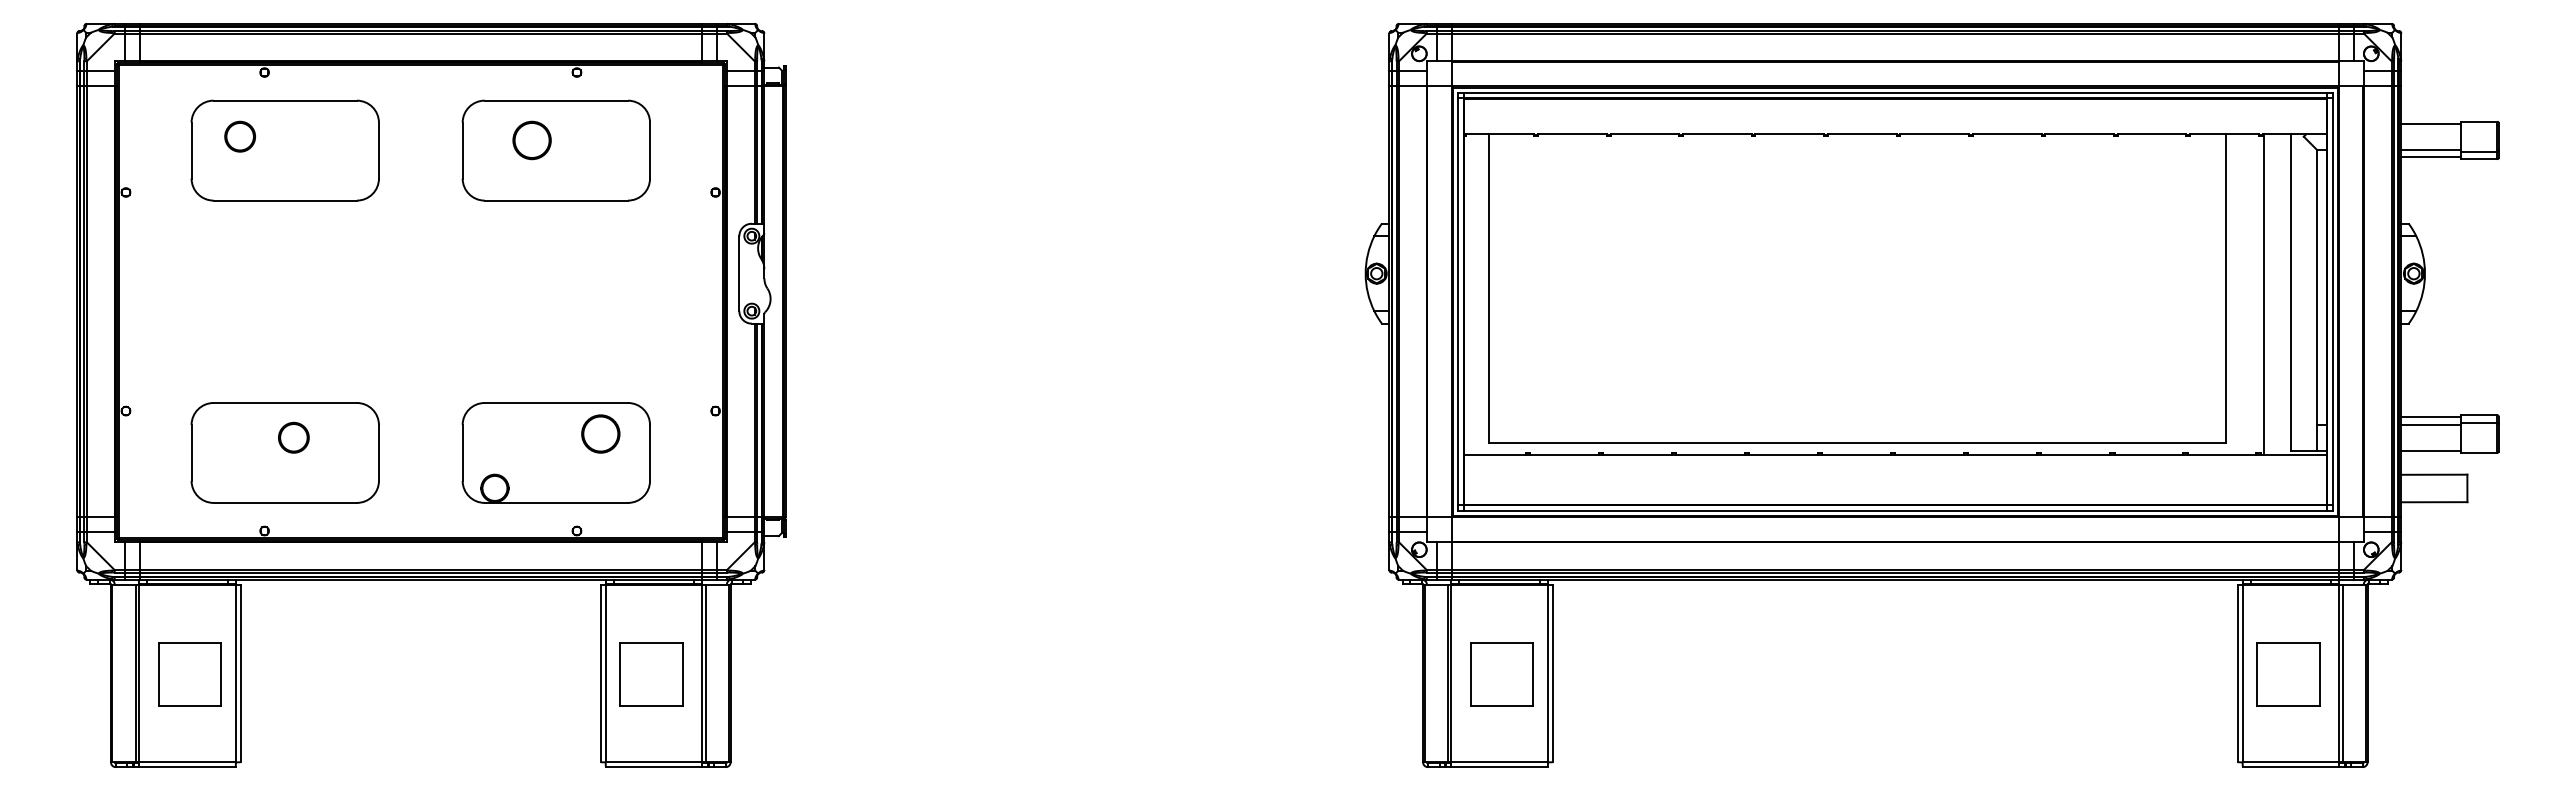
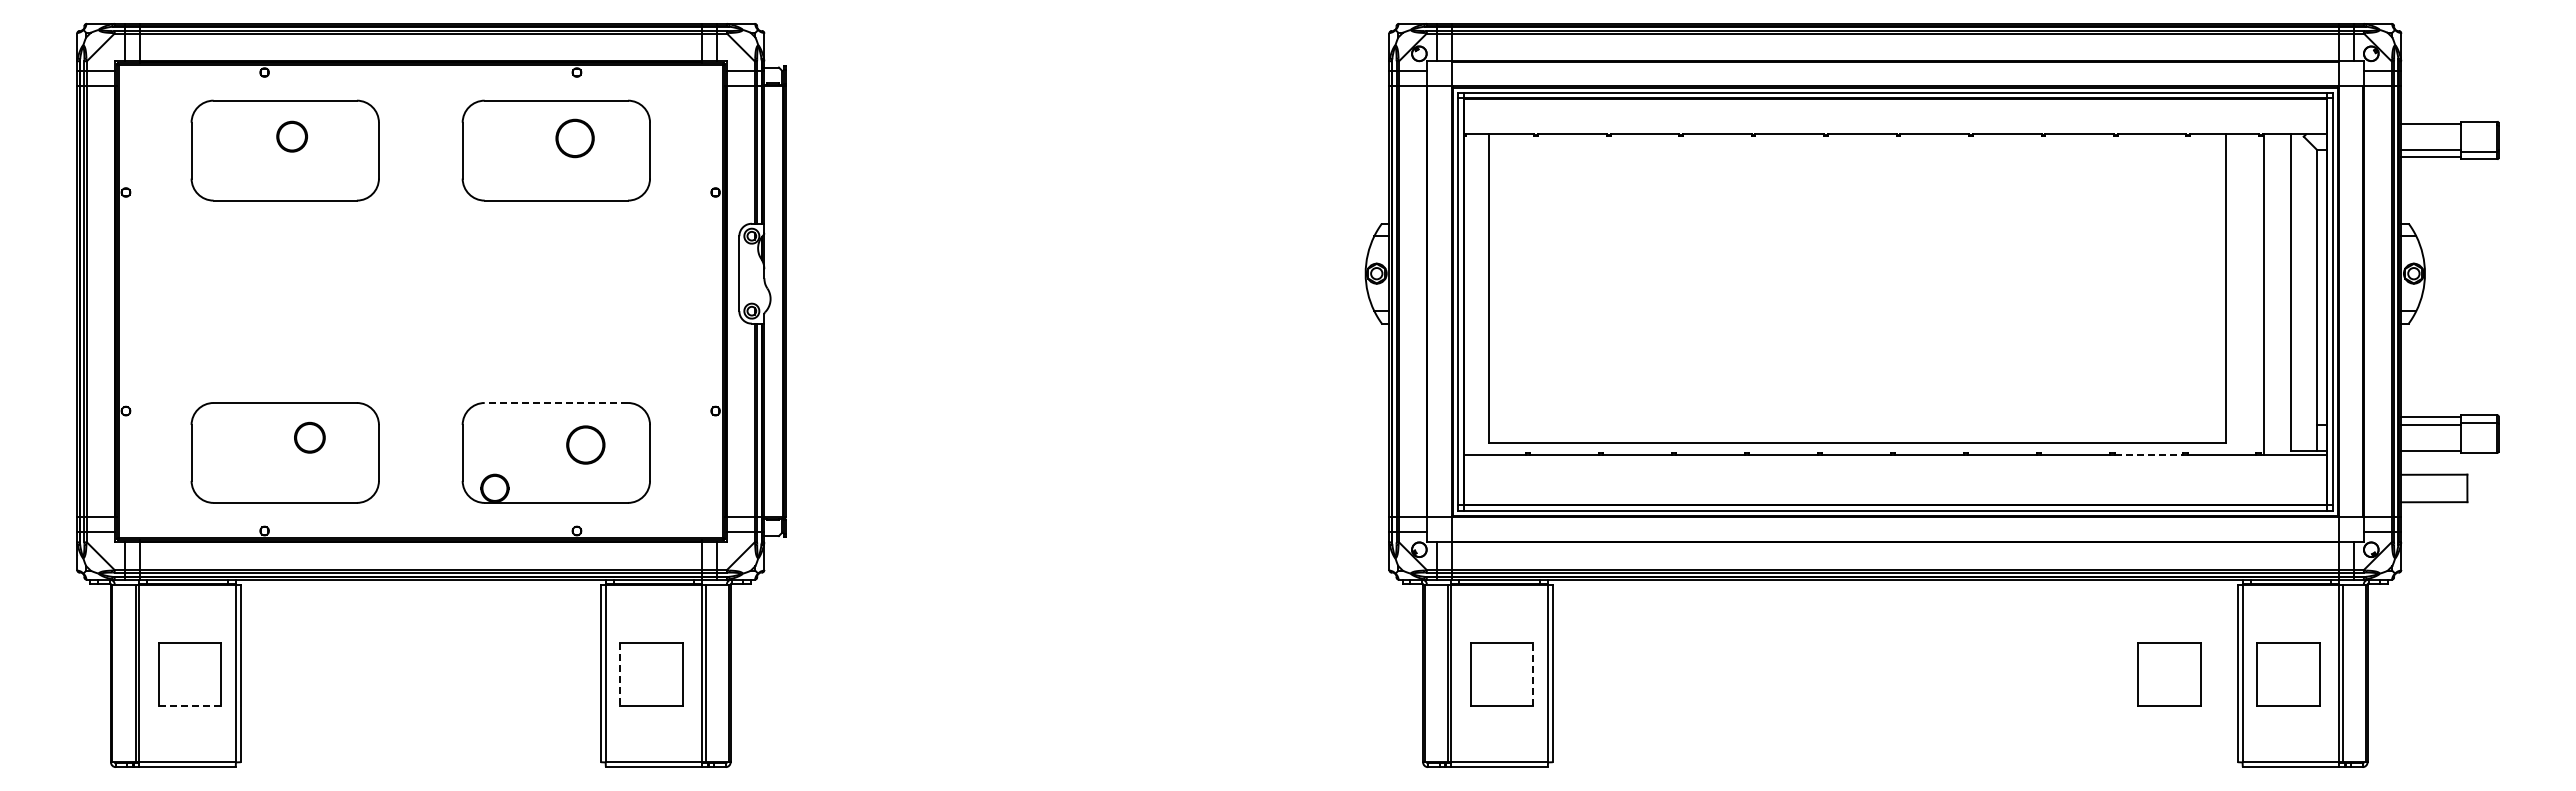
part at (239, 136) position: (239, 136) -> (291, 136)
part at (531, 140) position: (531, 140) -> (574, 138)
line at (556, 402): solid -> dashed
circle at (600, 433) position: (600, 433) -> (585, 444)
part at (293, 437) position: (293, 437) -> (309, 437)
line at (2149, 455): solid -> dashed
line at (1533, 674): solid -> dashed
part at (2169, 674): none -> present
line at (620, 675): solid -> dashed
line at (190, 705): solid -> dashed
